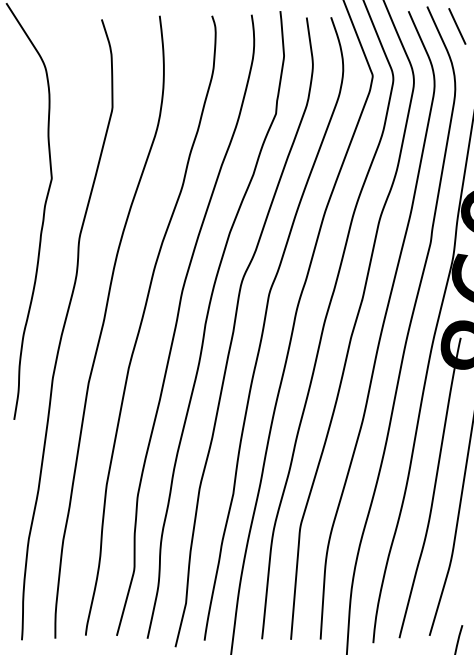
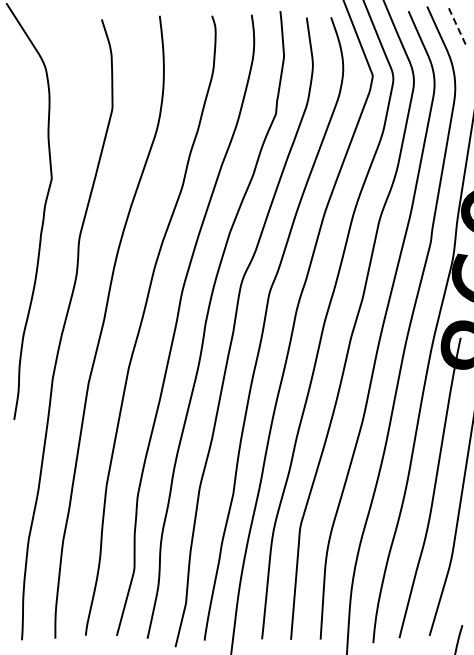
line at (457, 26): solid -> dashed
